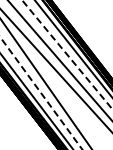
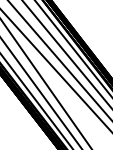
line at (67, 55): dashed -> solid
line at (41, 93): dashed -> solid
